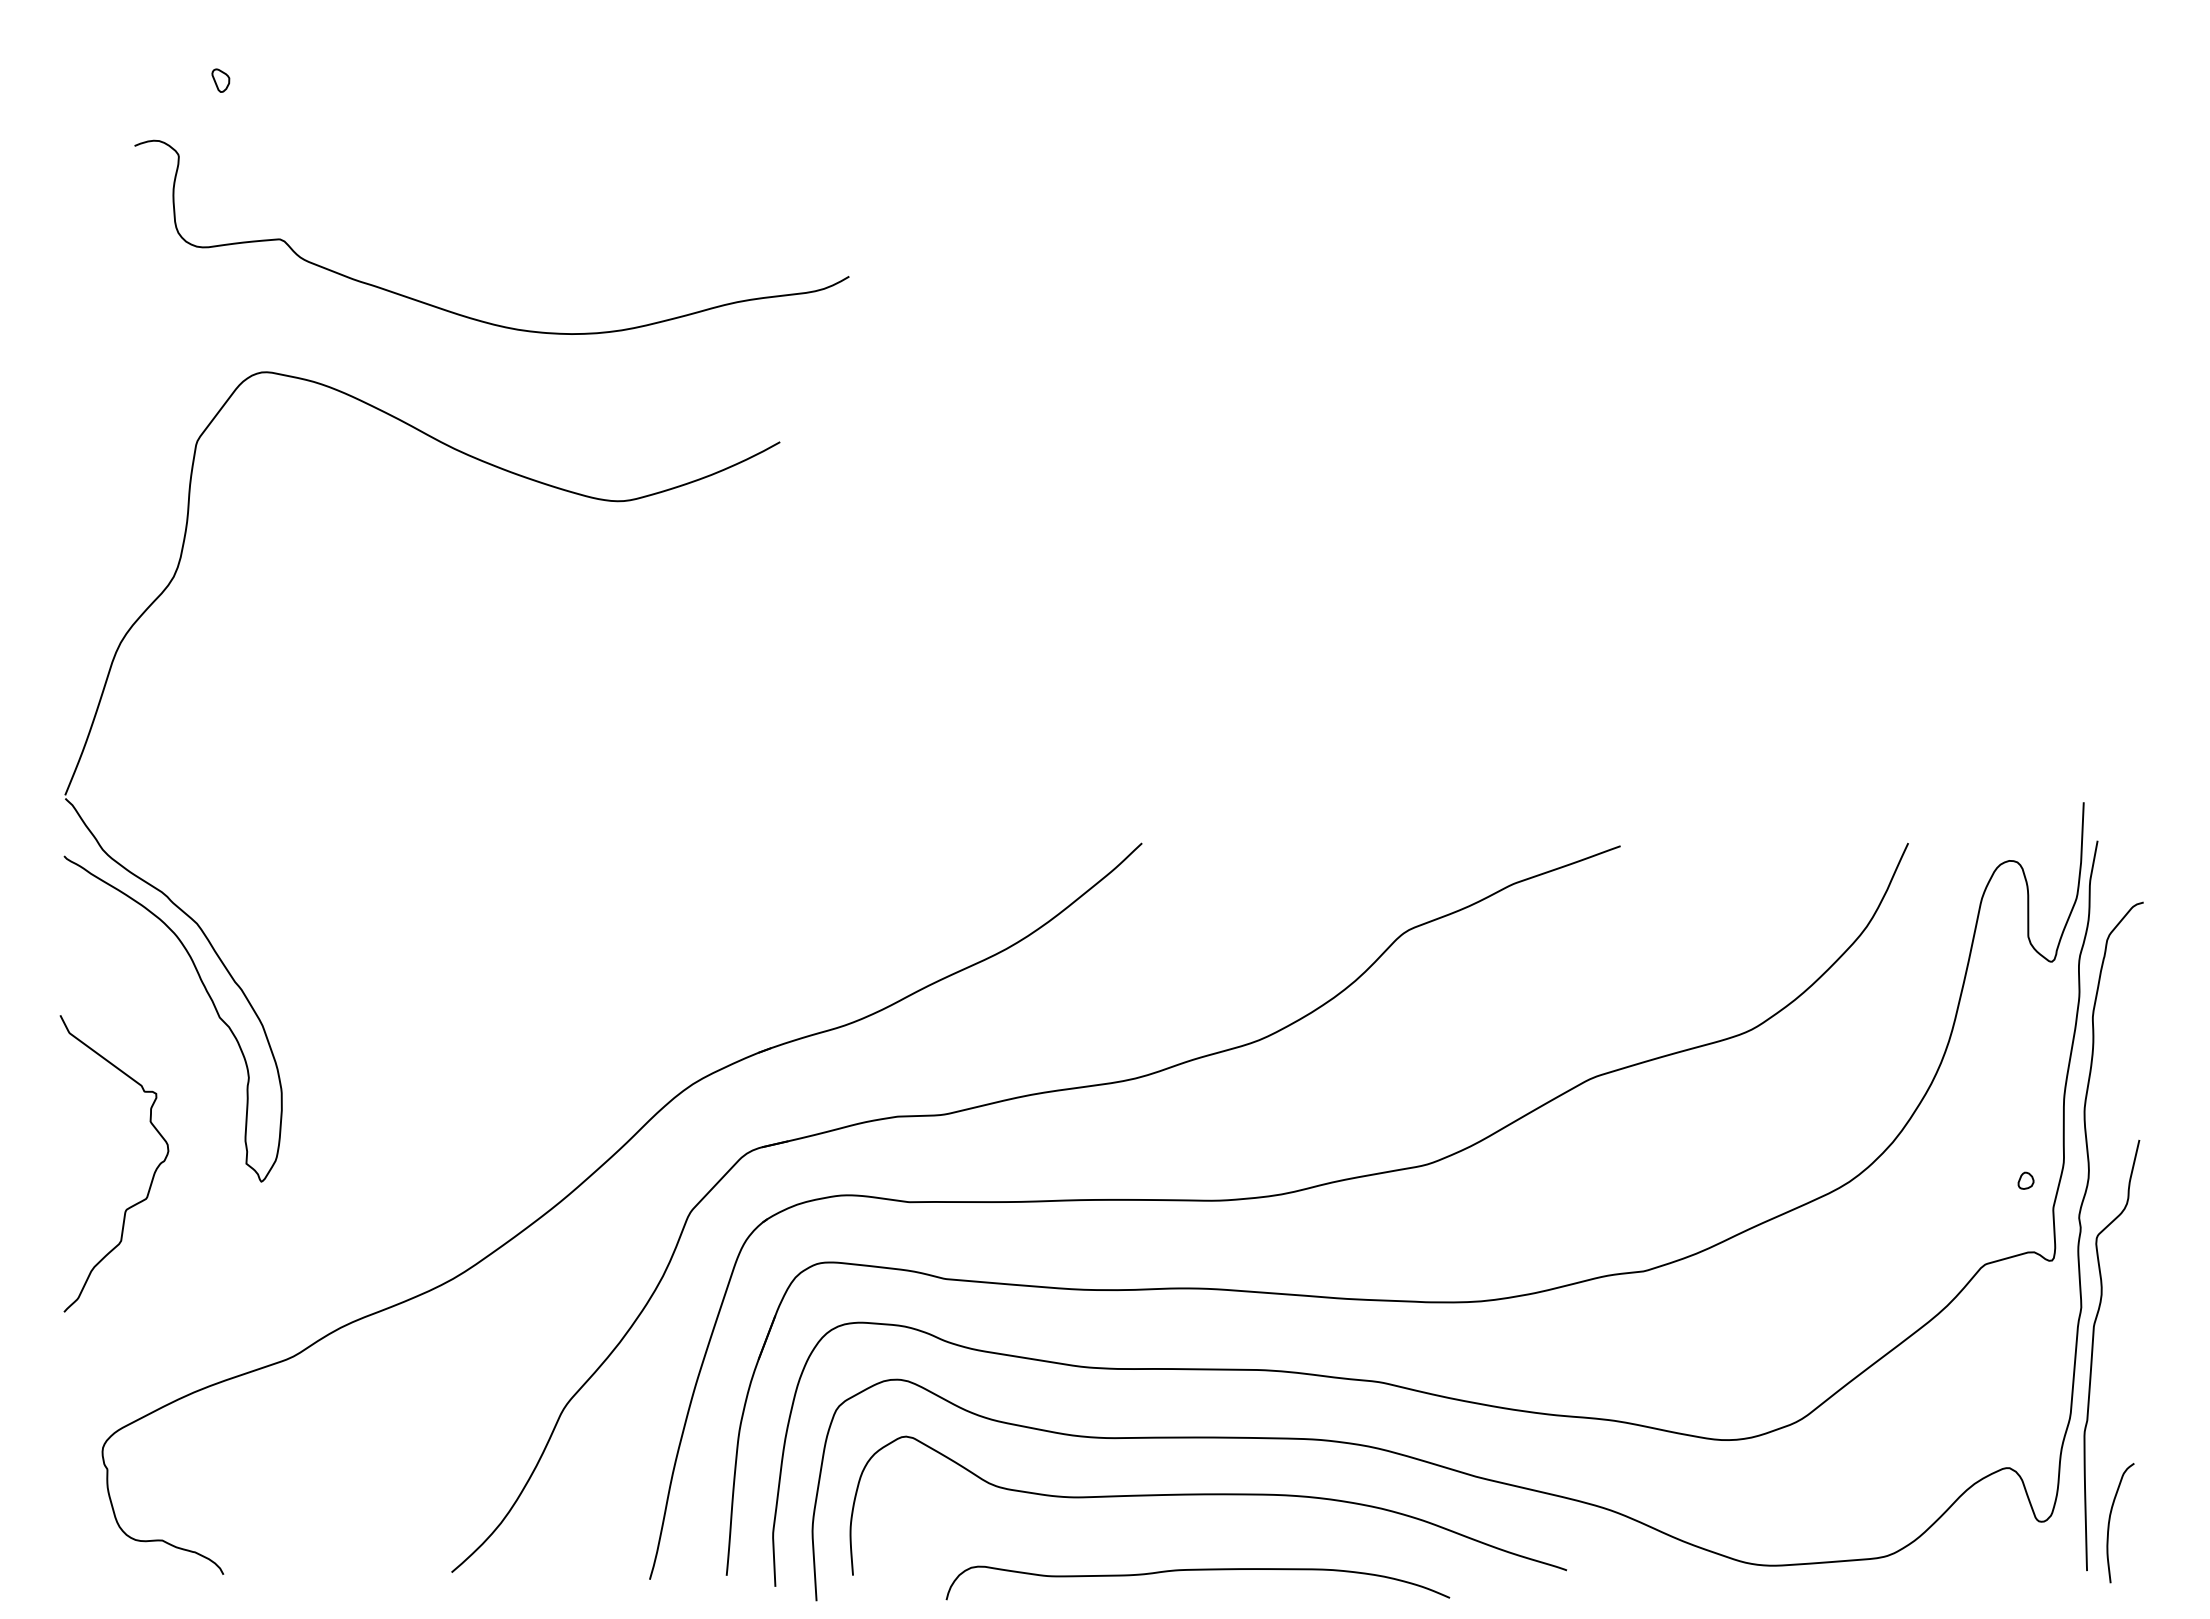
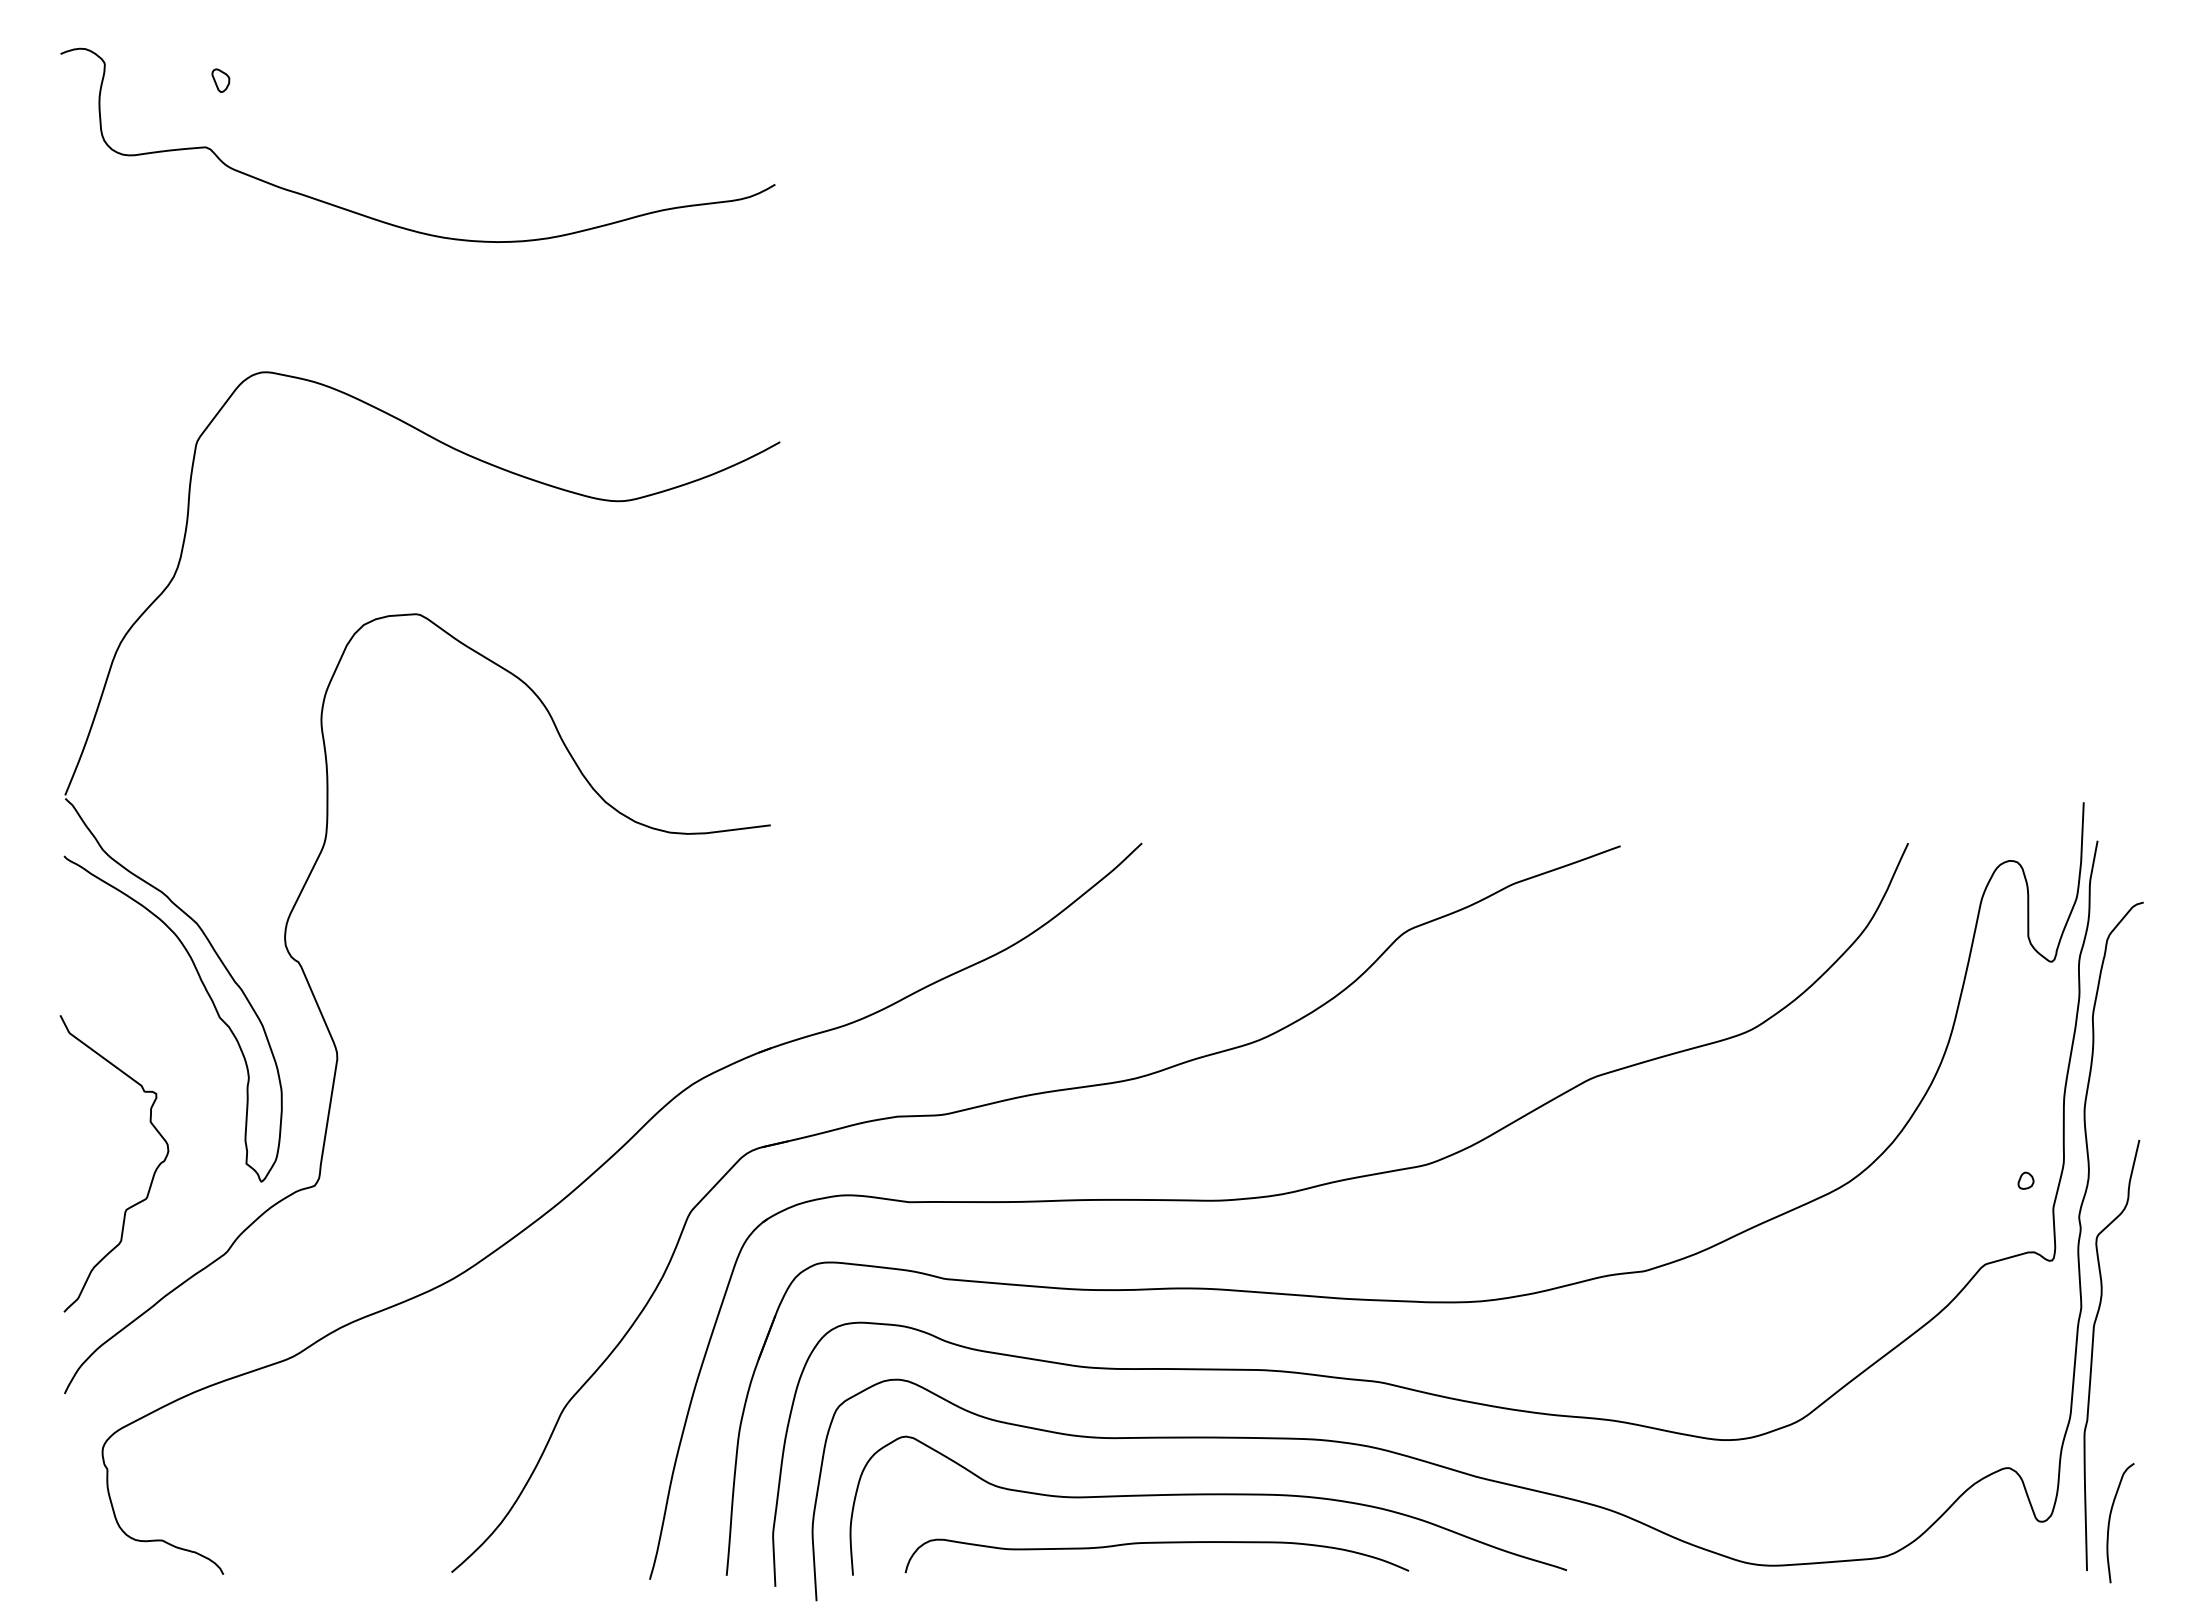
curve at (465, 315) position: (465, 315) -> (391, 223)
curve at (332, 1036): none -> present
curve at (1197, 1570) position: (1197, 1570) -> (1156, 1543)
